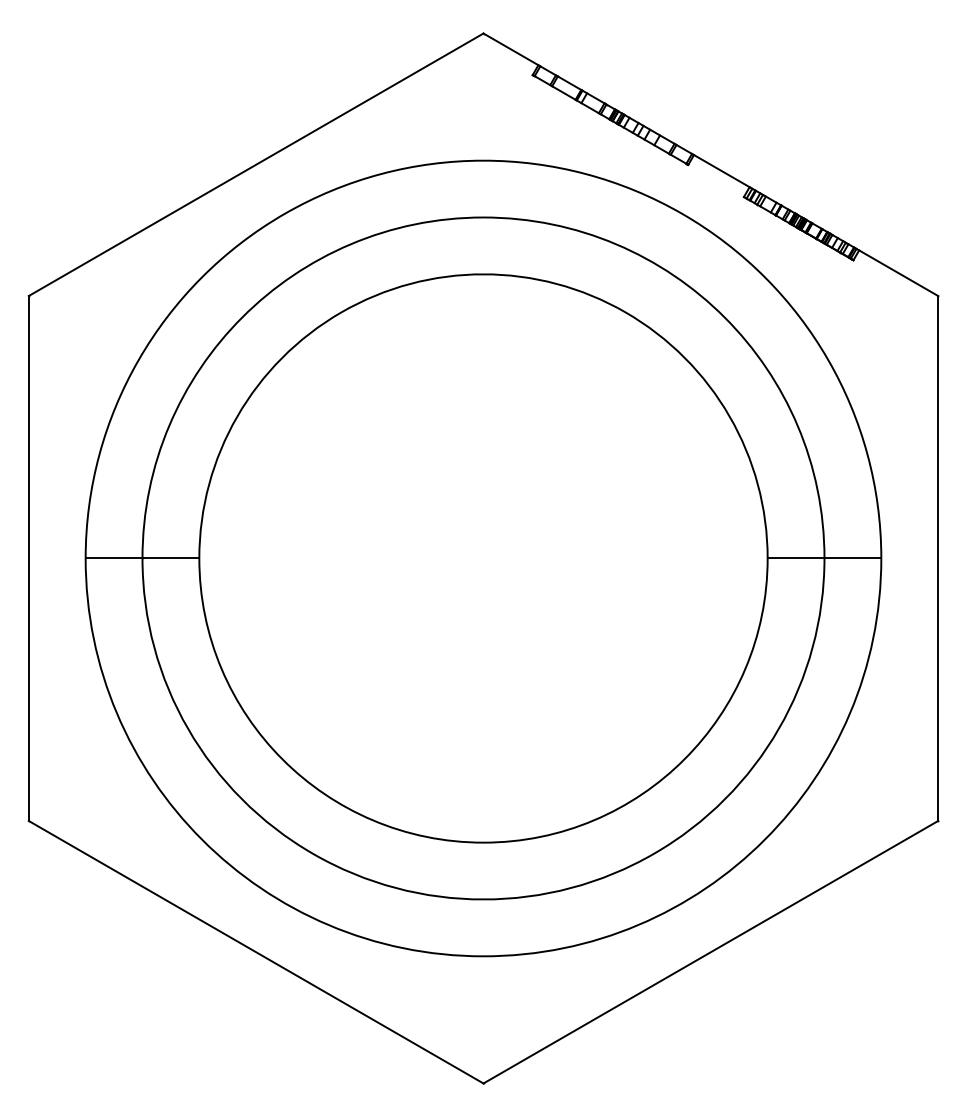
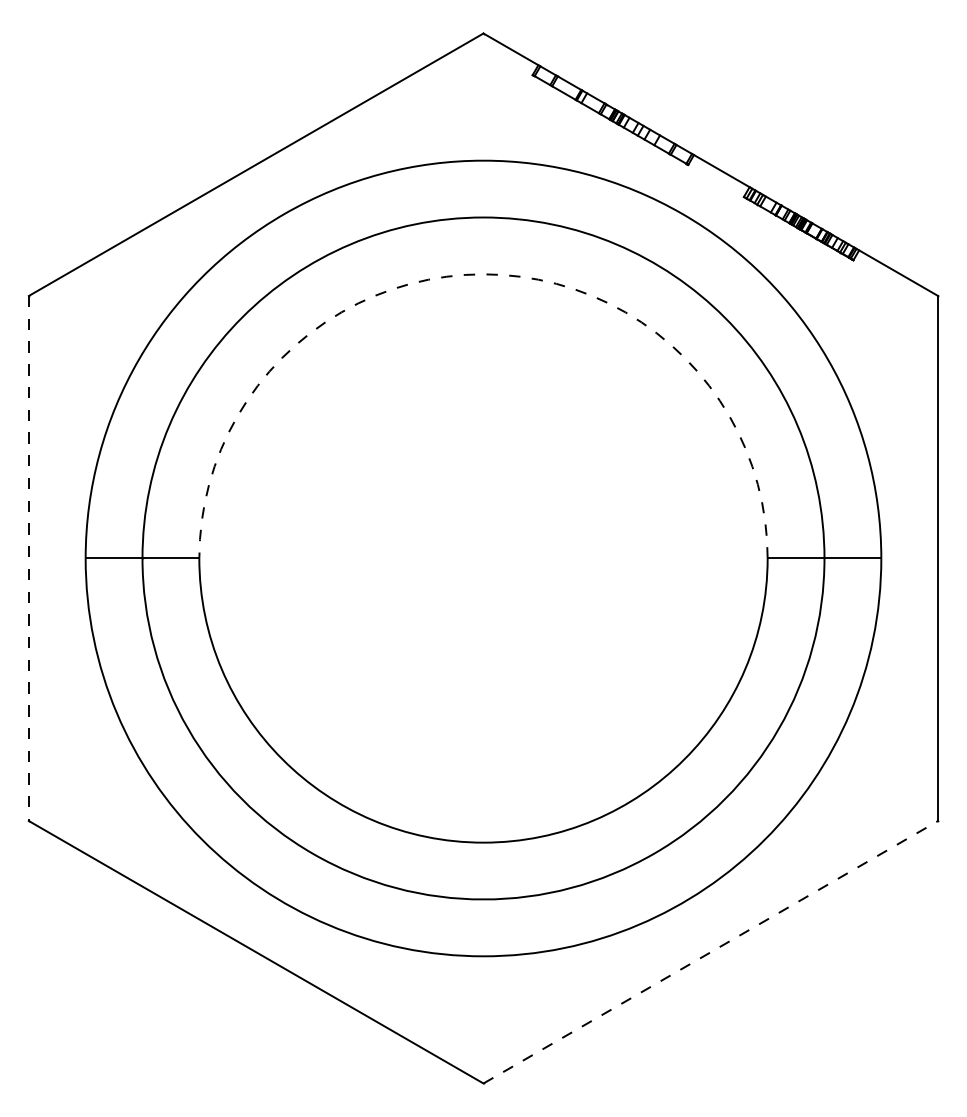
arc at (483, 274): solid -> dashed
line at (28, 558): solid -> dashed
line at (711, 951): solid -> dashed
